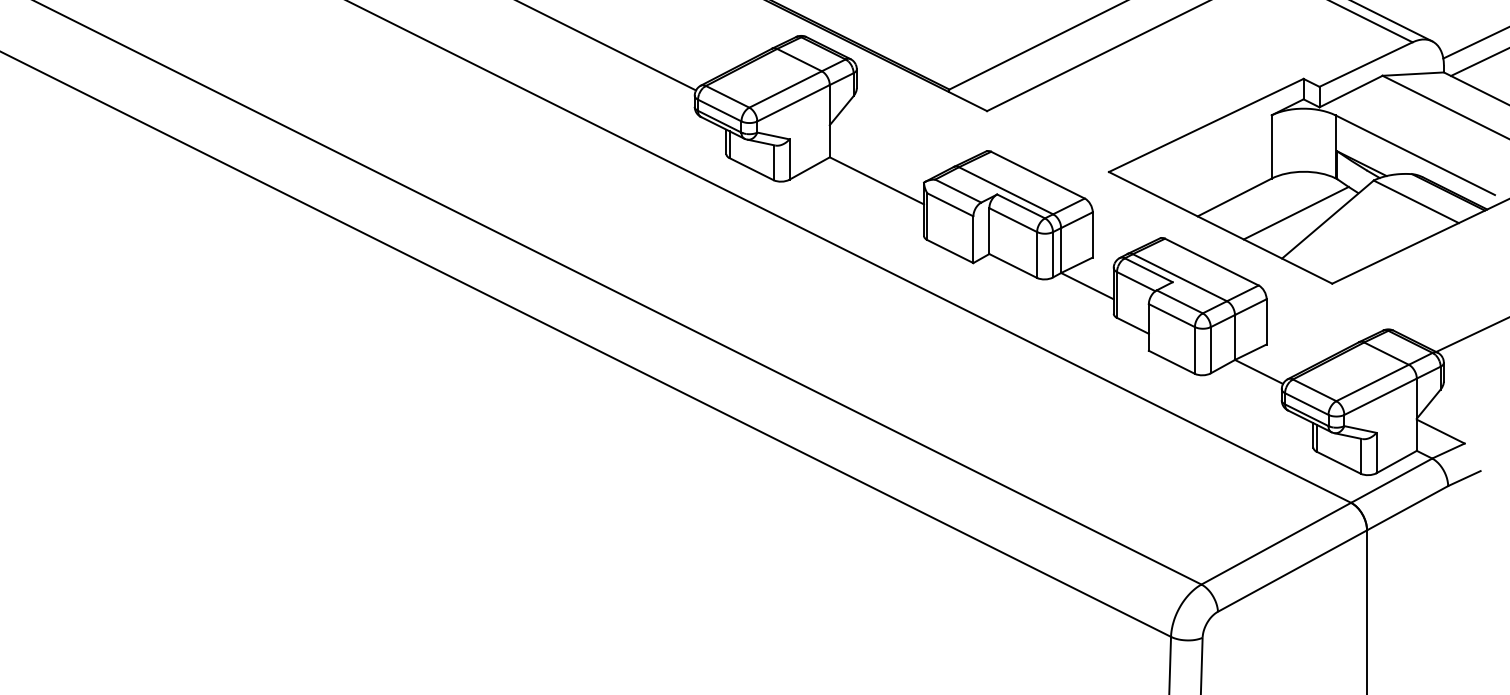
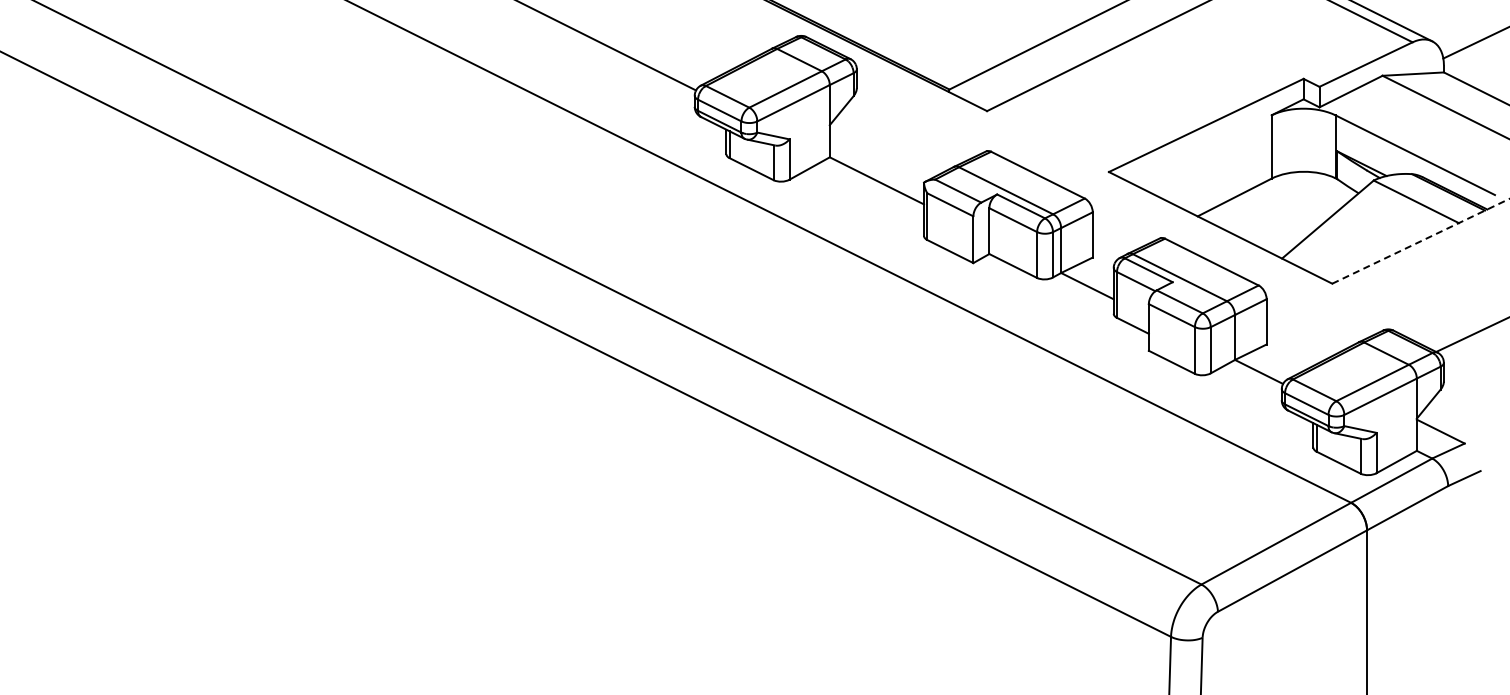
line at (1478, 62): present -> none
line at (1295, 212): present -> none
line at (1421, 241): solid -> dashed
